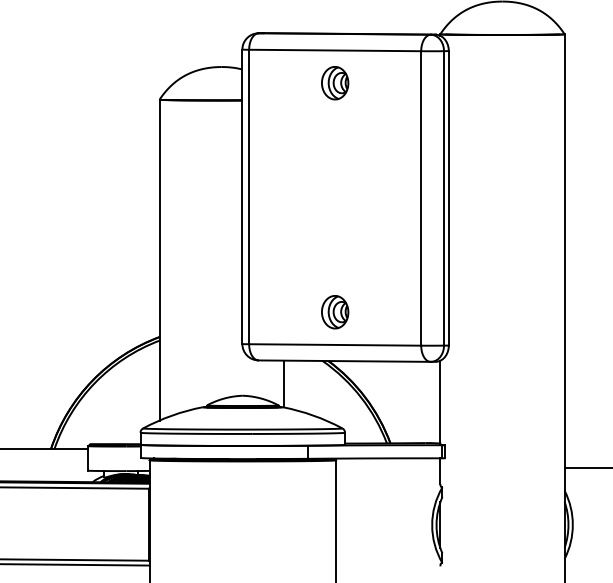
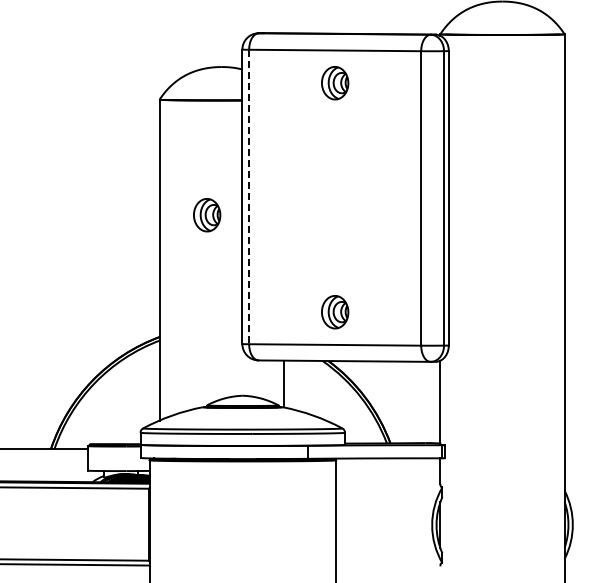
line at (249, 197): solid -> dashed
part at (207, 215): none -> present
line at (586, 468): present -> none
